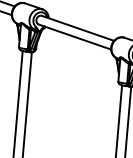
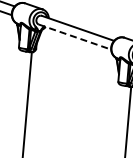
line at (75, 37): solid -> dashed
line at (17, 102): present -> none
line at (119, 119): present -> none
